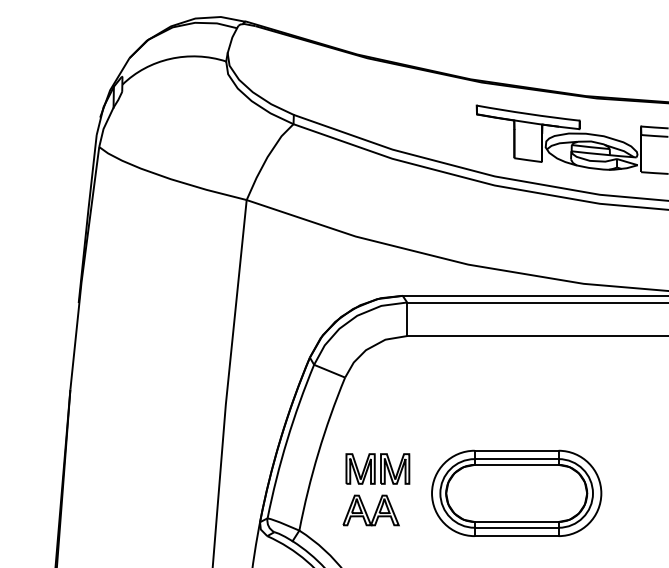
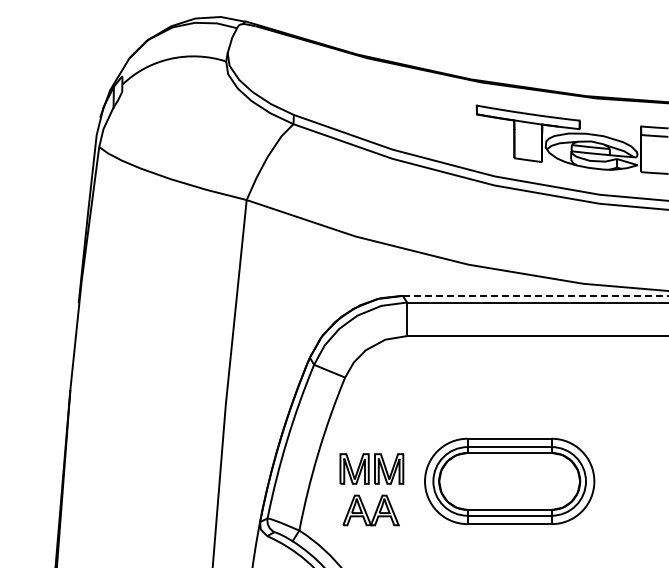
line at (535, 295): solid -> dashed
part at (377, 468) position: (377, 468) -> (371, 468)
part at (516, 492) position: (516, 492) -> (509, 480)
